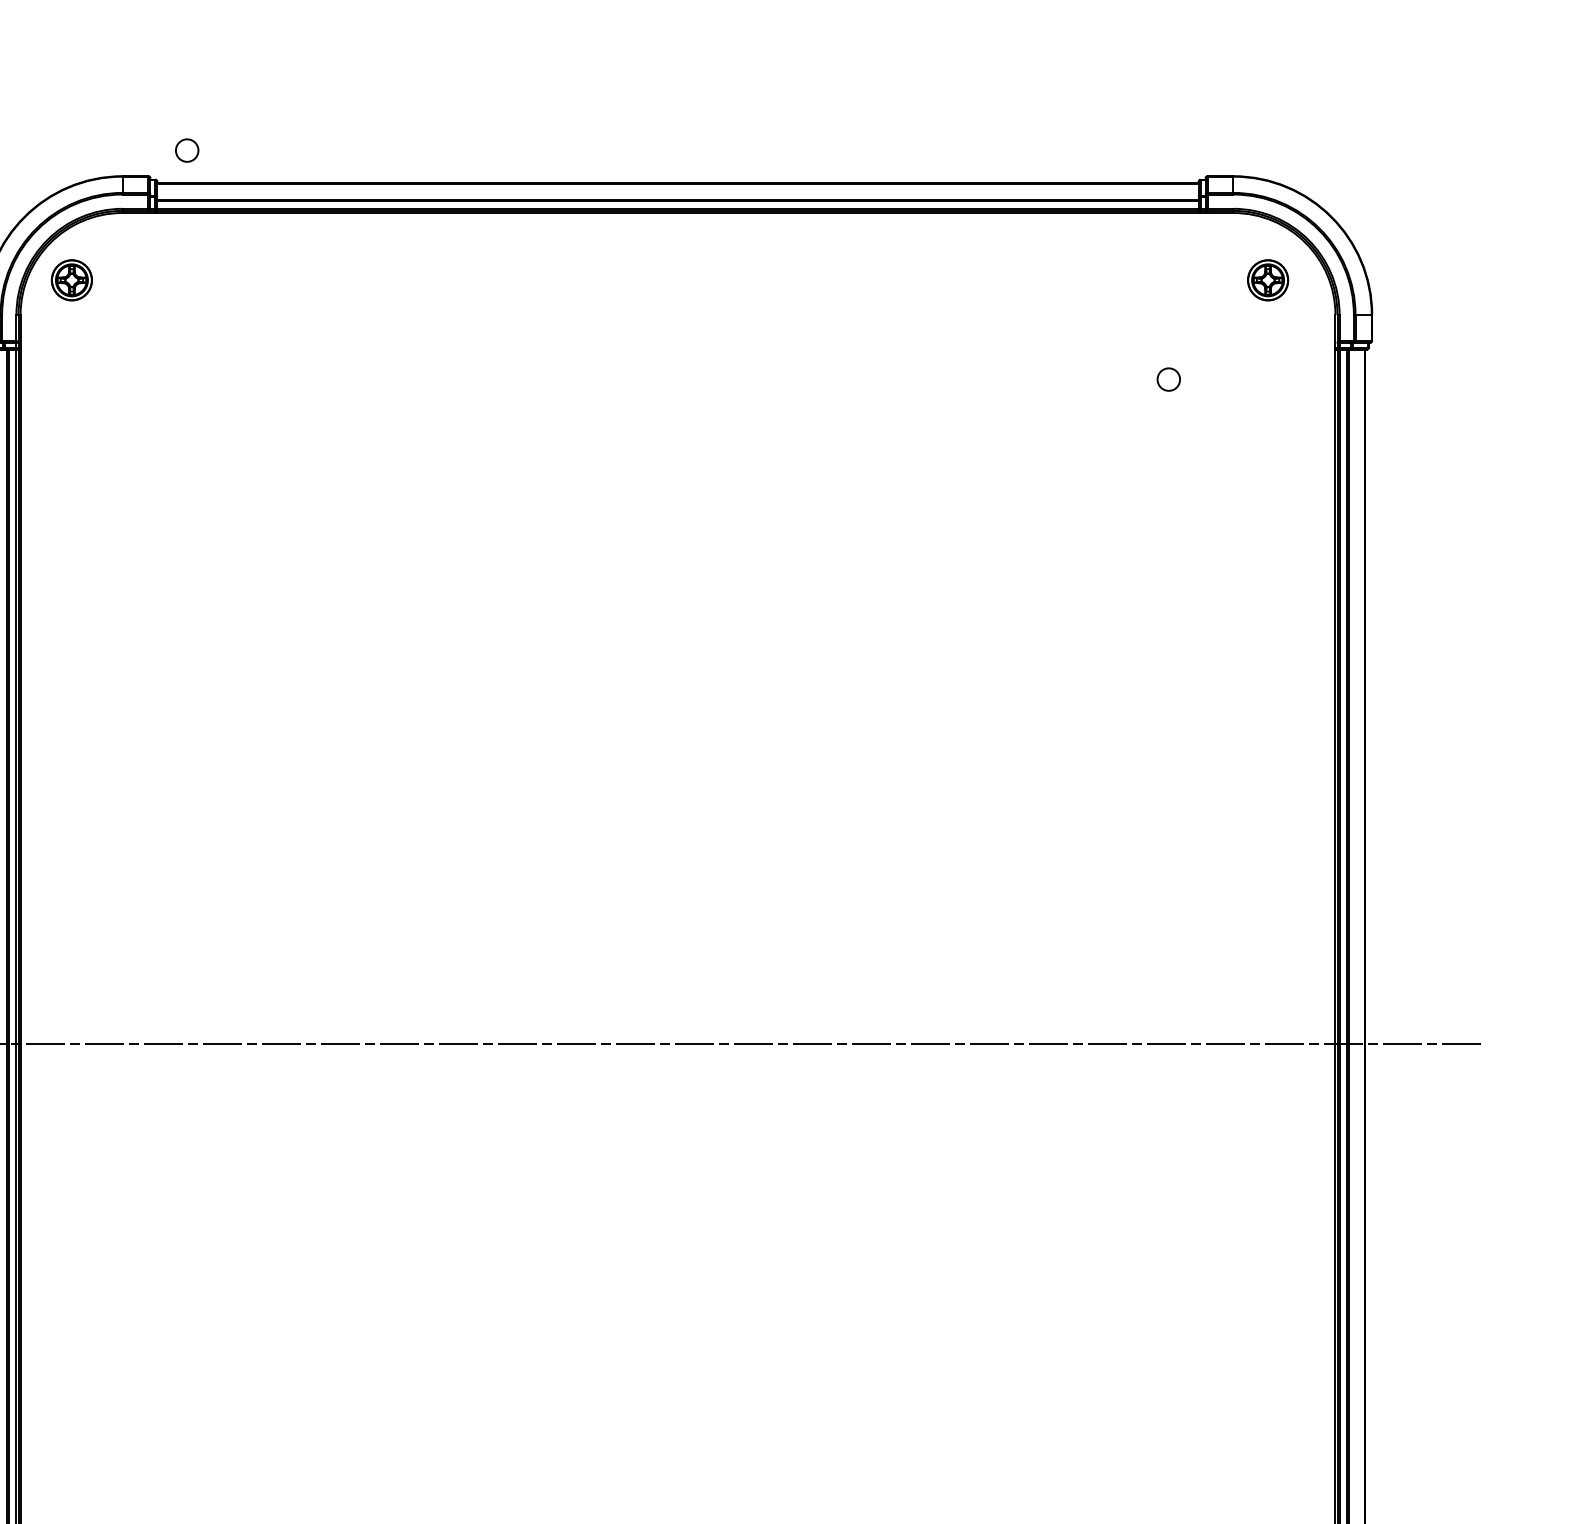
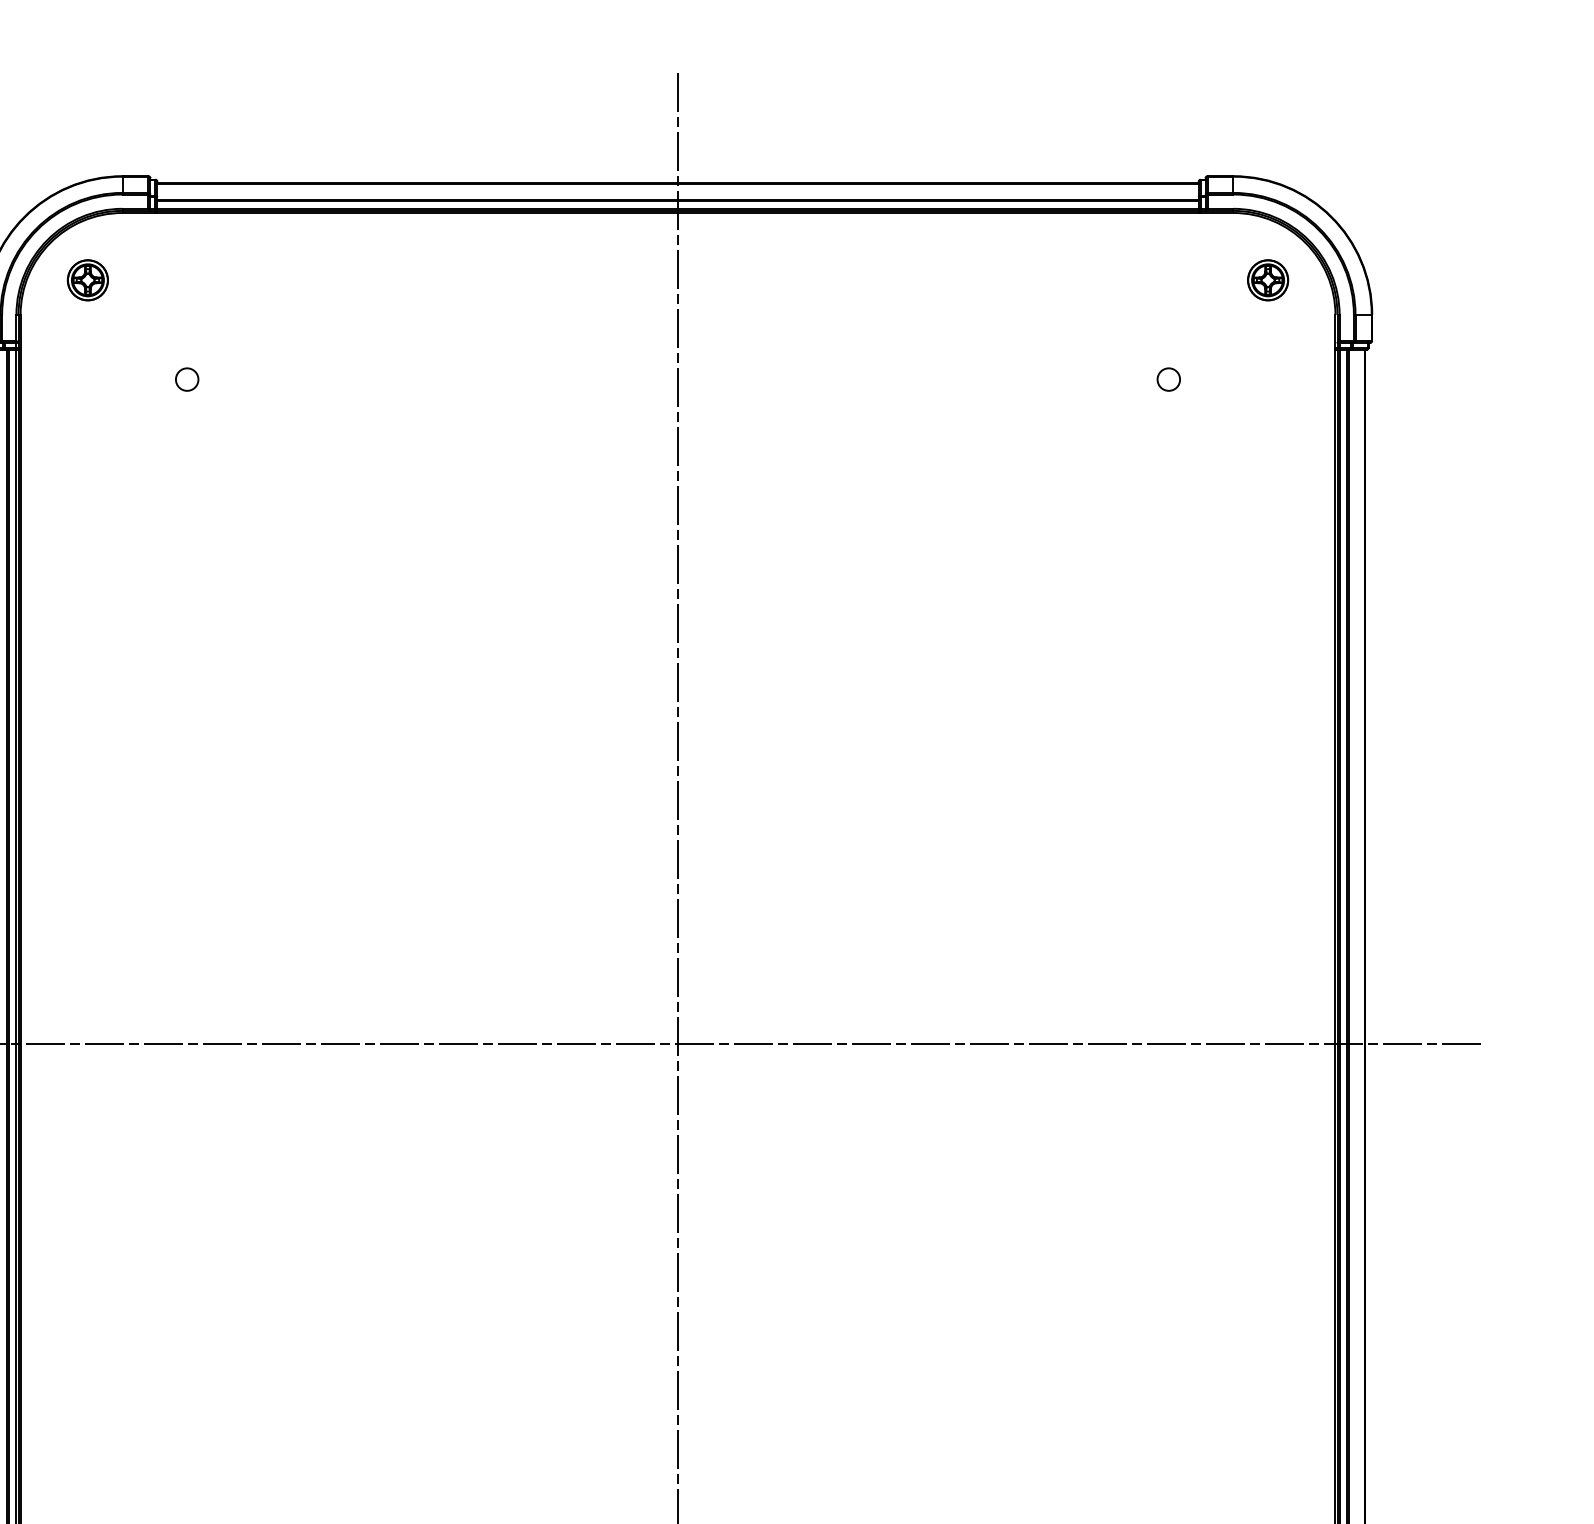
circle at (187, 150) position: (187, 150) -> (187, 379)
part at (71, 280) position: (71, 280) -> (87, 280)
line at (678, 796): none -> present
